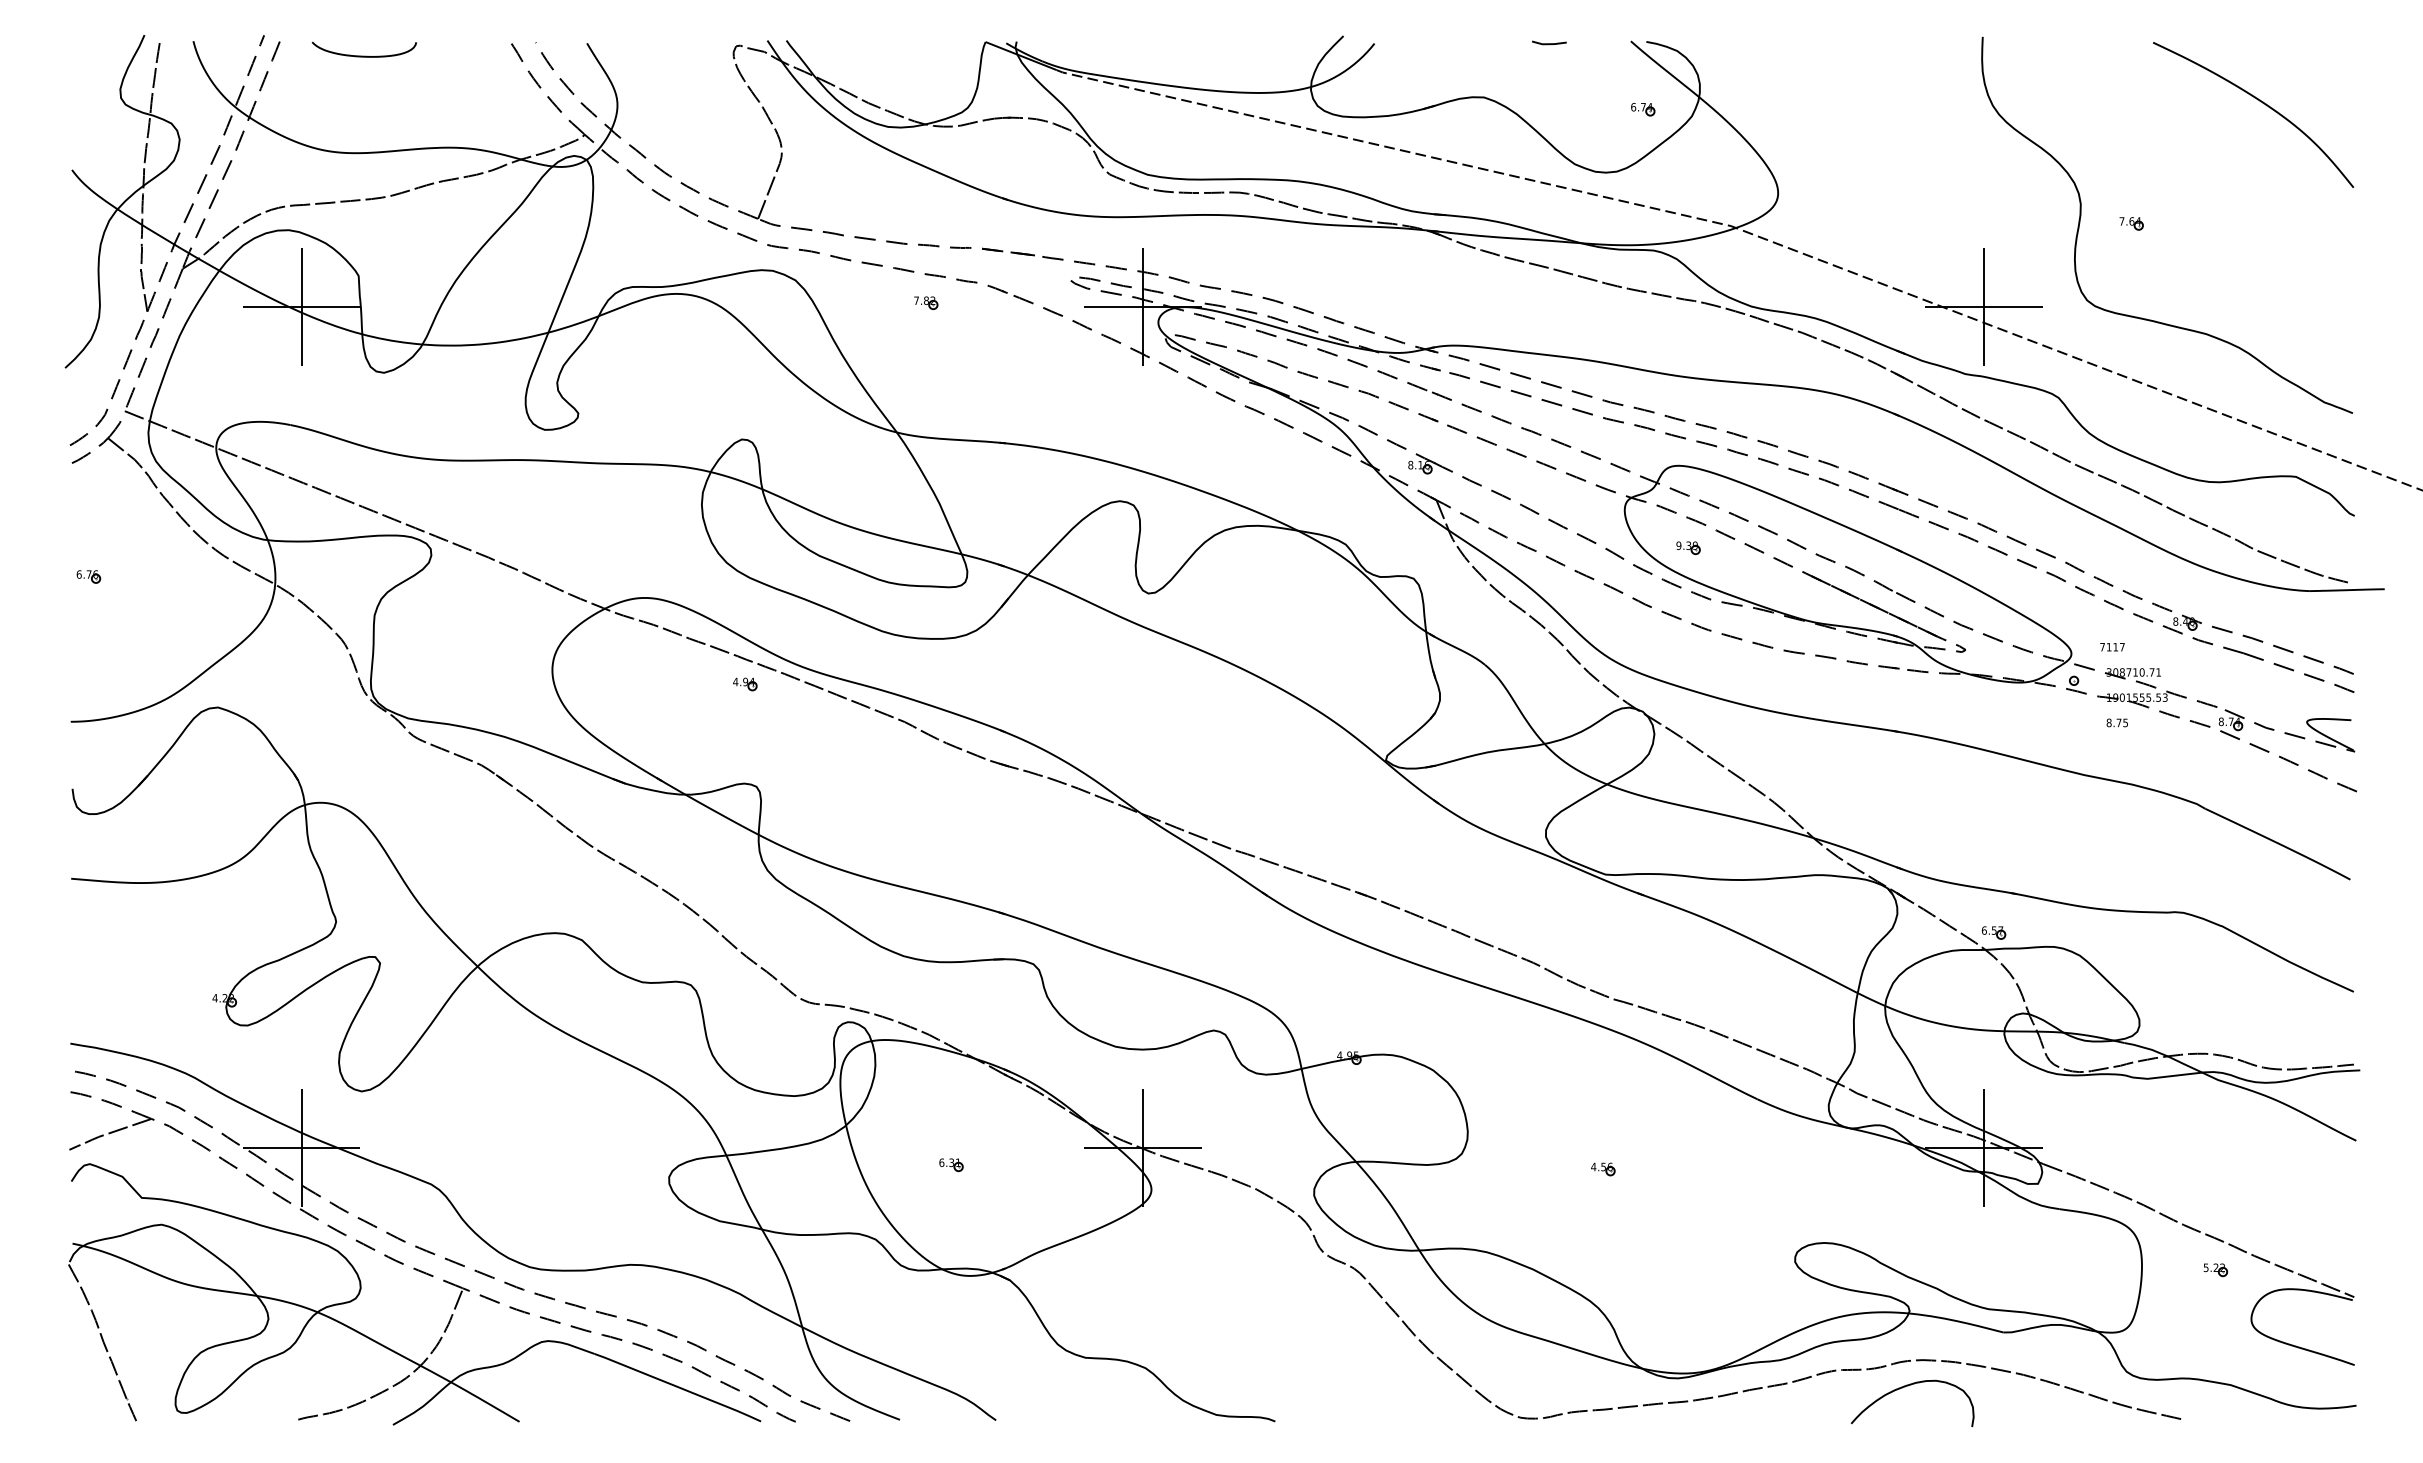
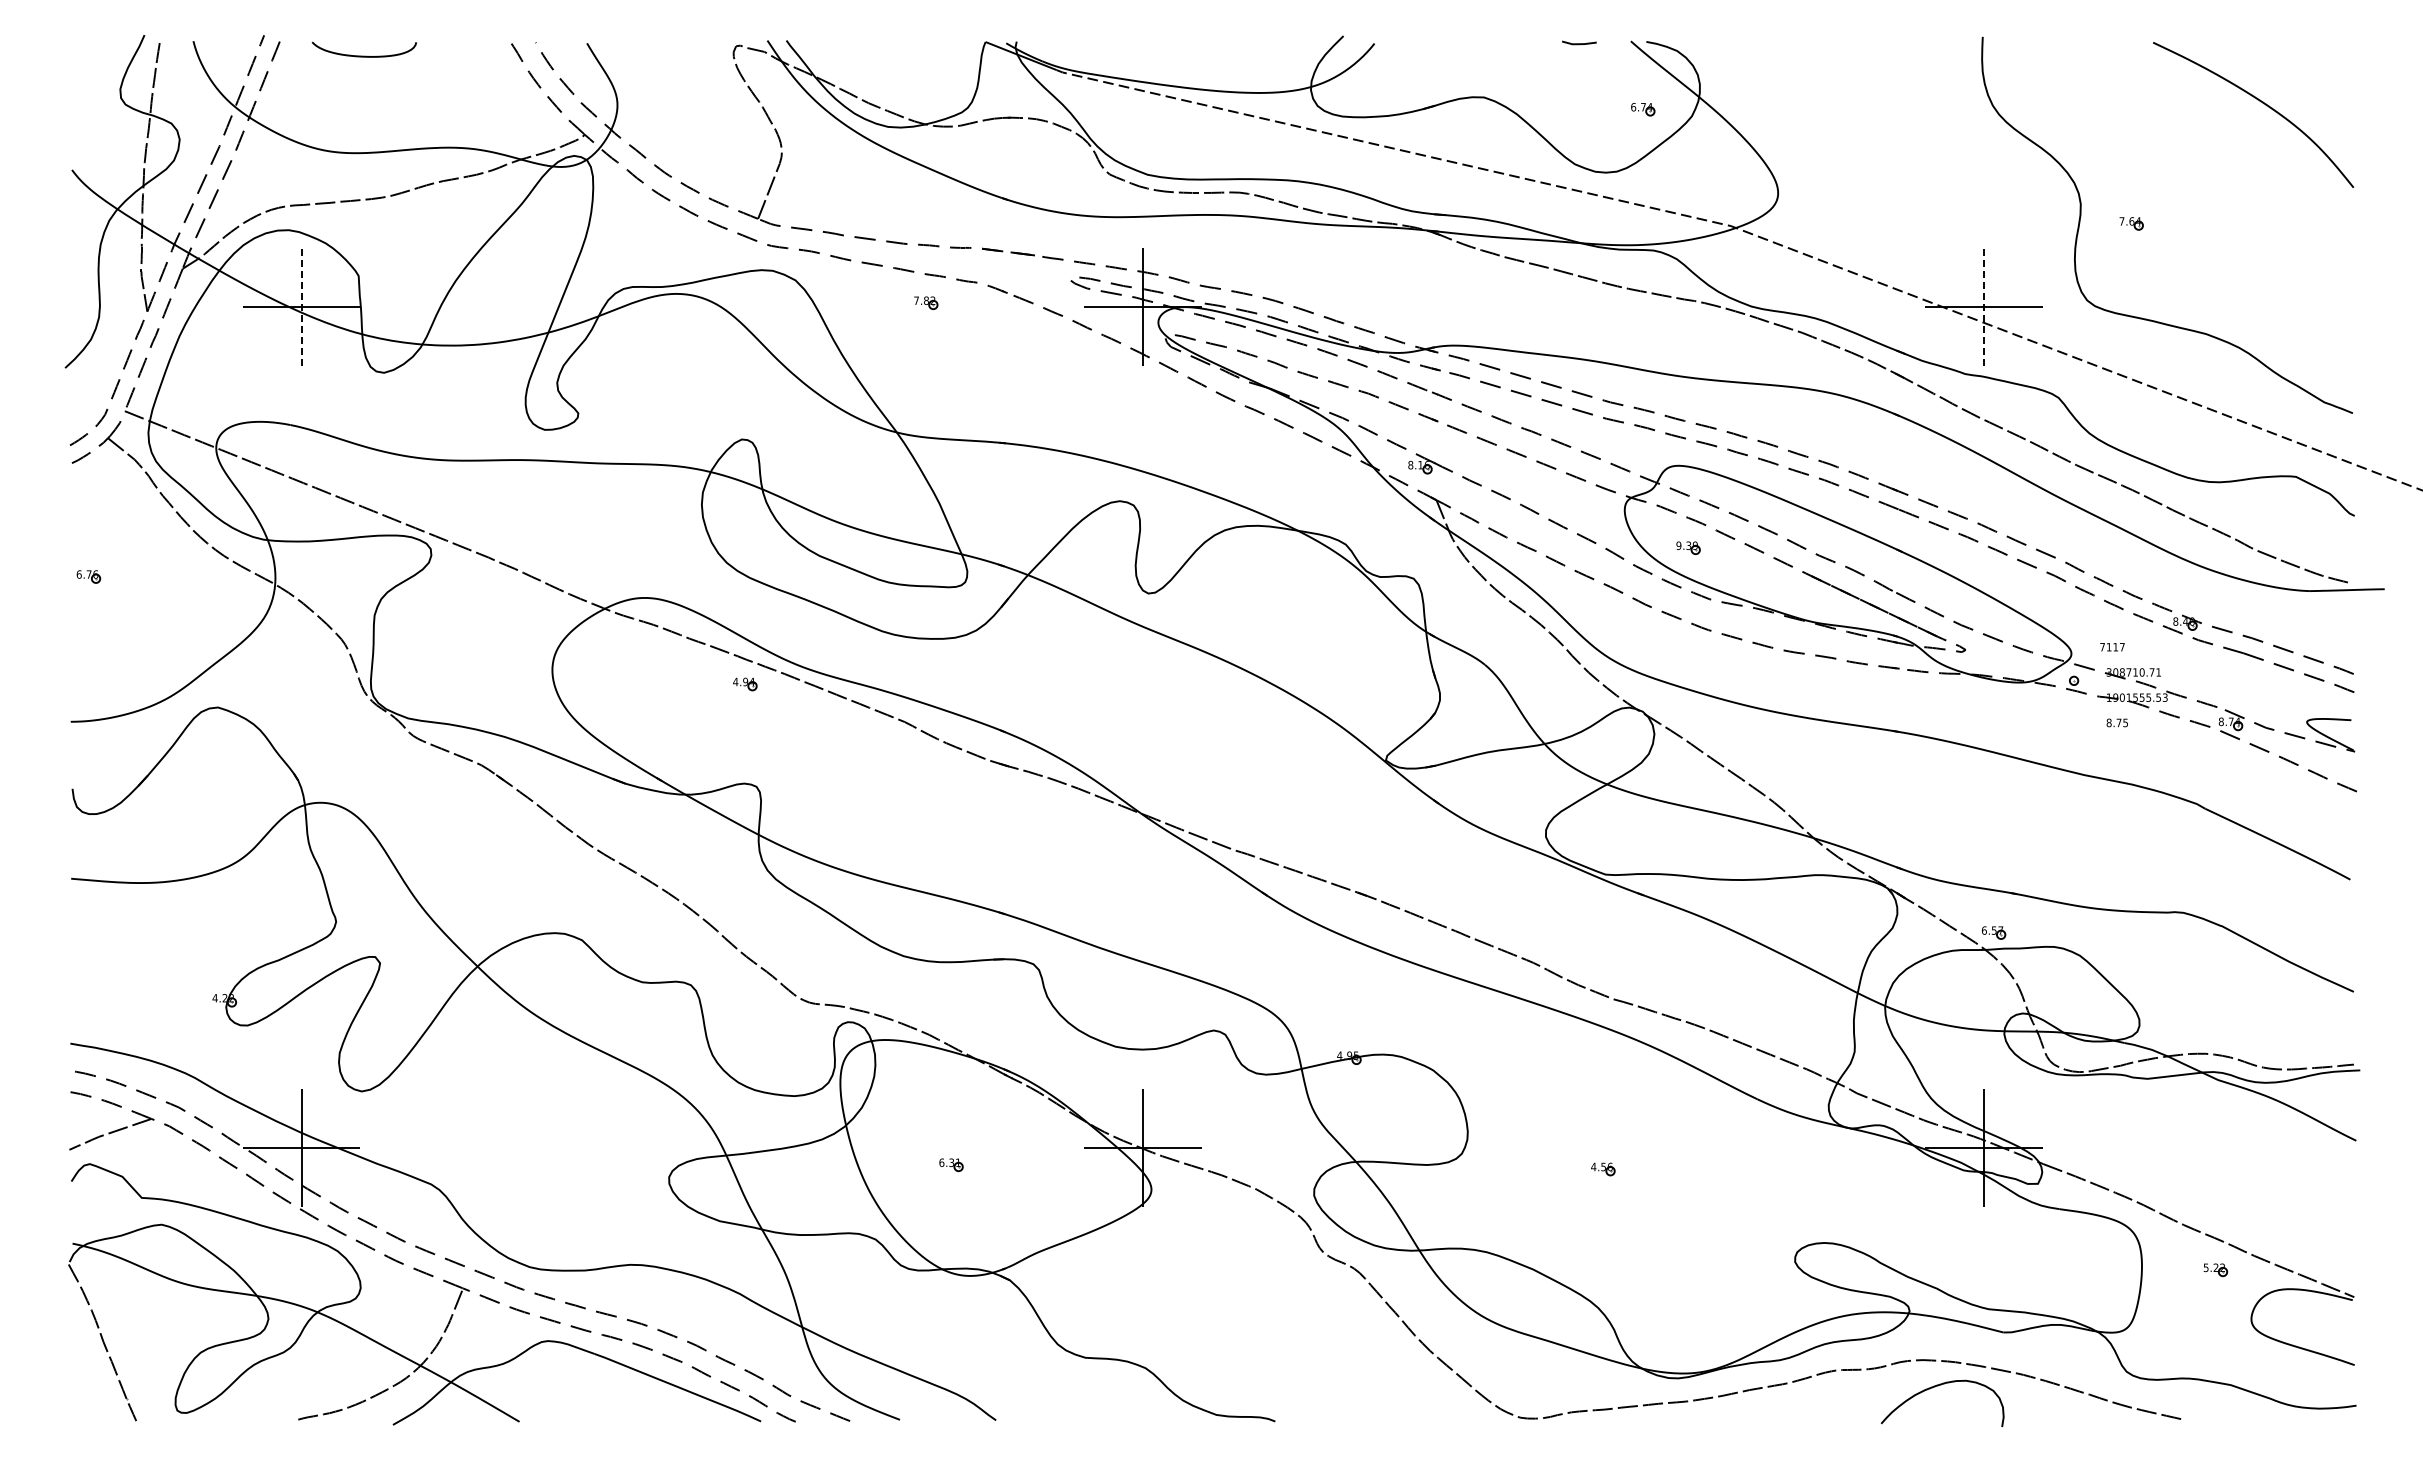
line at (1549, 43) position: (1549, 43) -> (1579, 43)
line at (301, 306): solid -> dashed
line at (1983, 306): solid -> dashed
curve at (1908, 1386) position: (1908, 1386) -> (1938, 1386)
